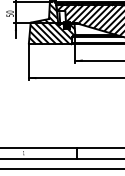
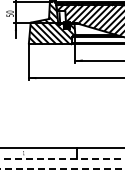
line at (62, 158): solid -> dashed
line at (62, 169): solid -> dashed
